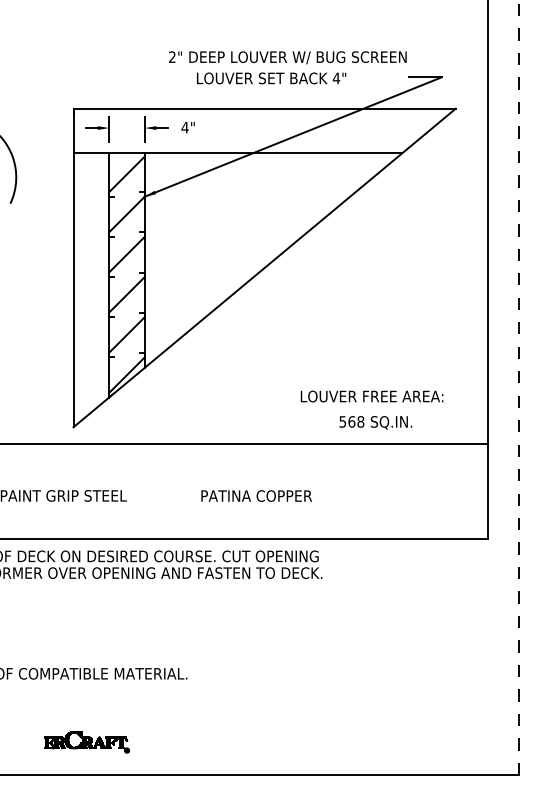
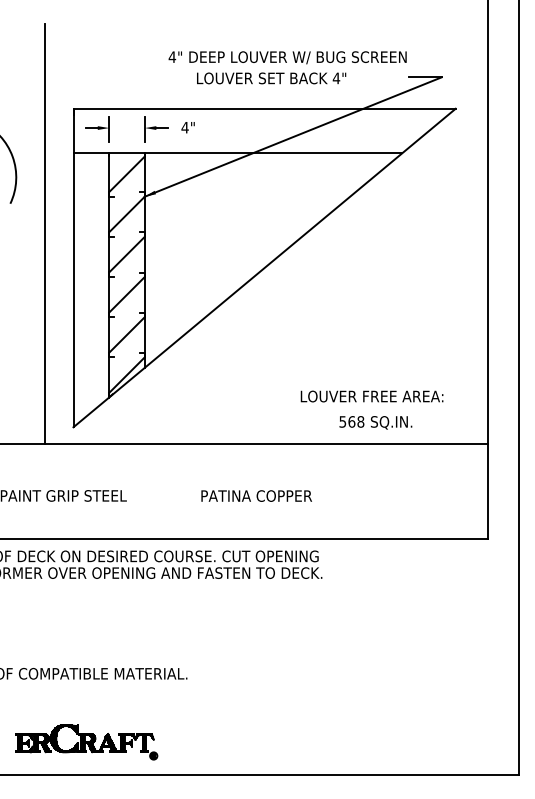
text at (172, 56): 2" -> 4"
line at (44, 233): none -> present
line at (518, 387): dashed -> solid
part at (87, 742) size: 87x23 px -> 144x37 px
